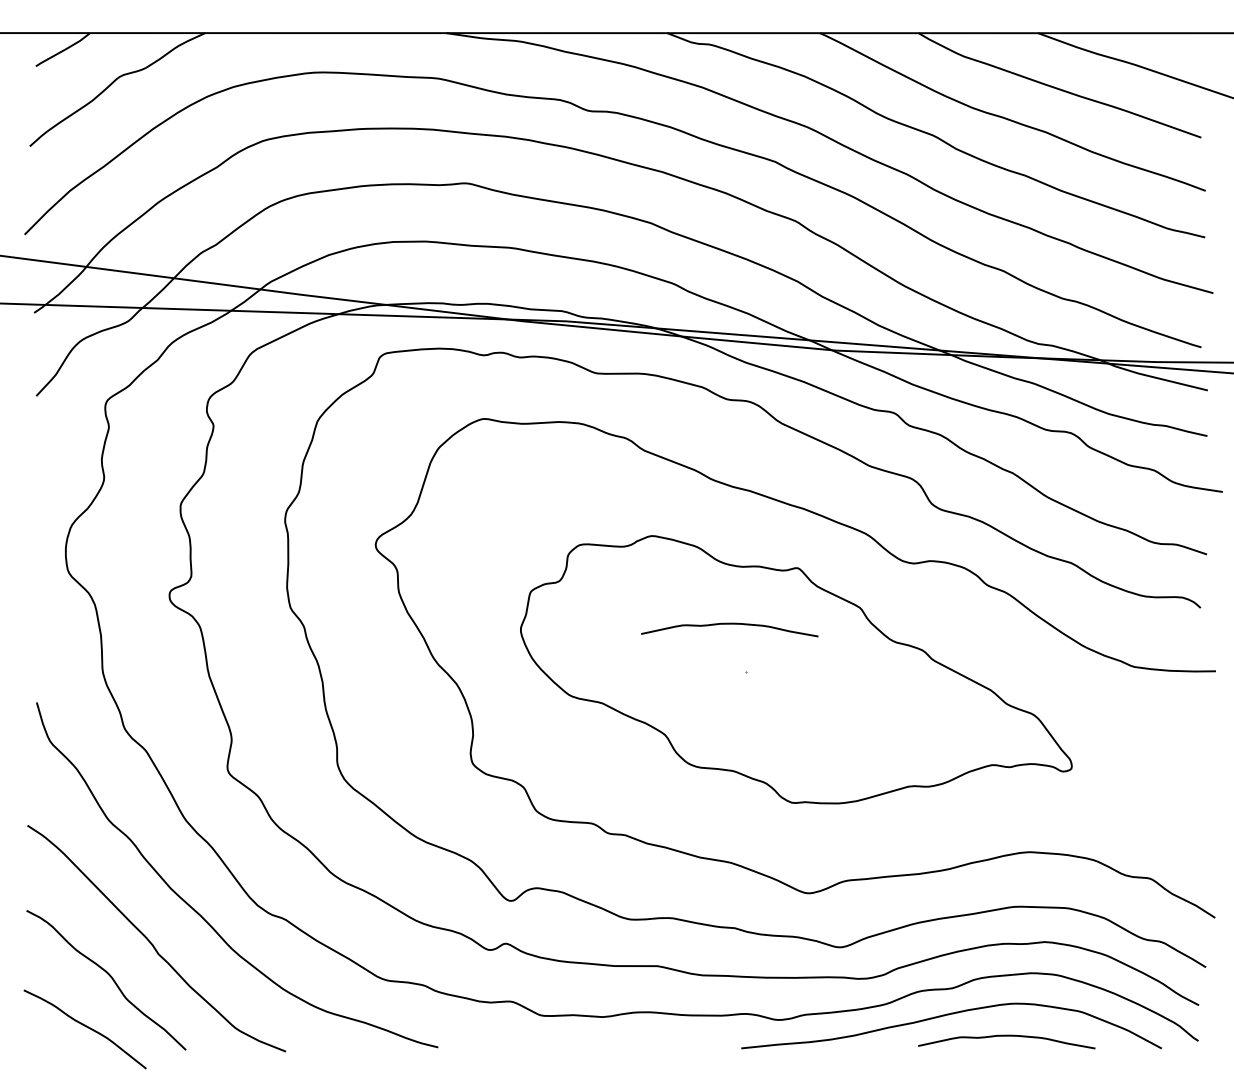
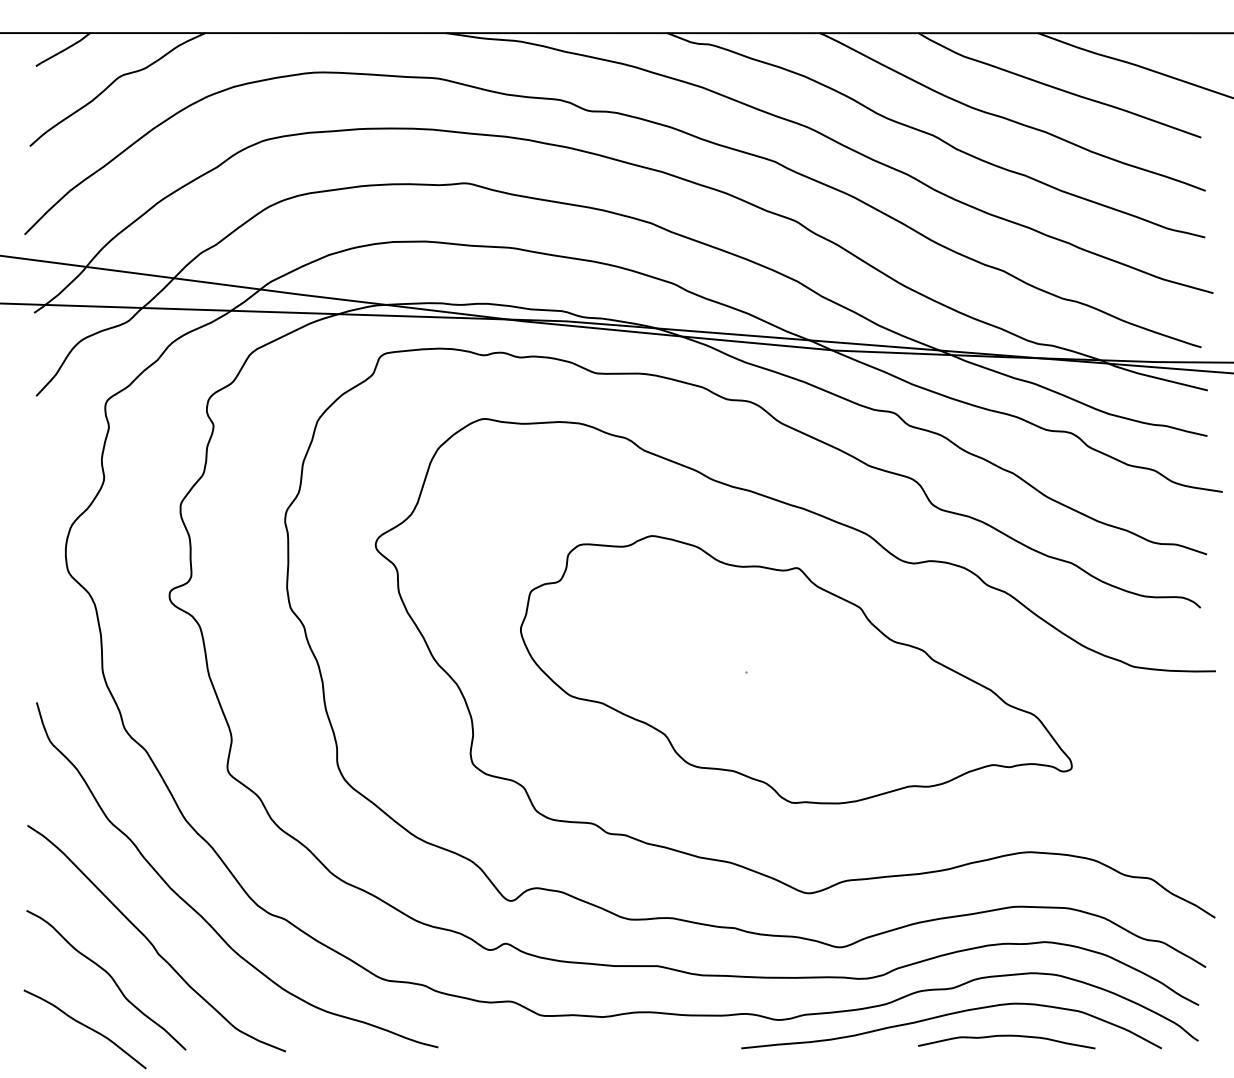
curve at (729, 624): present -> none
